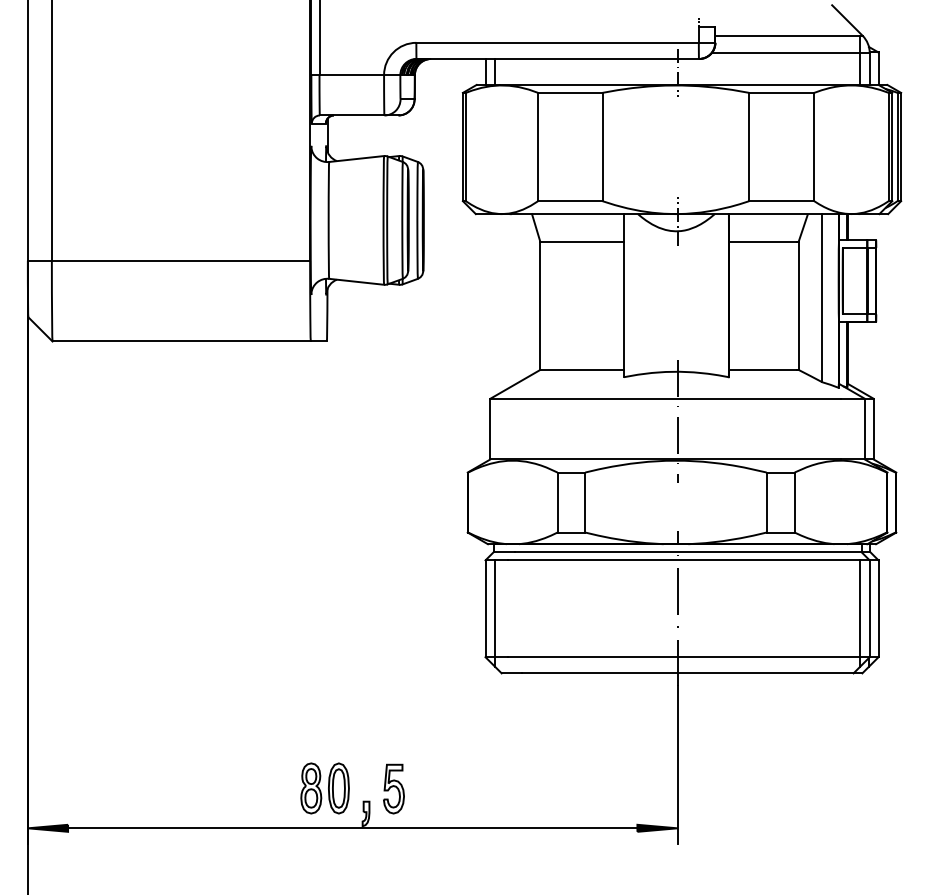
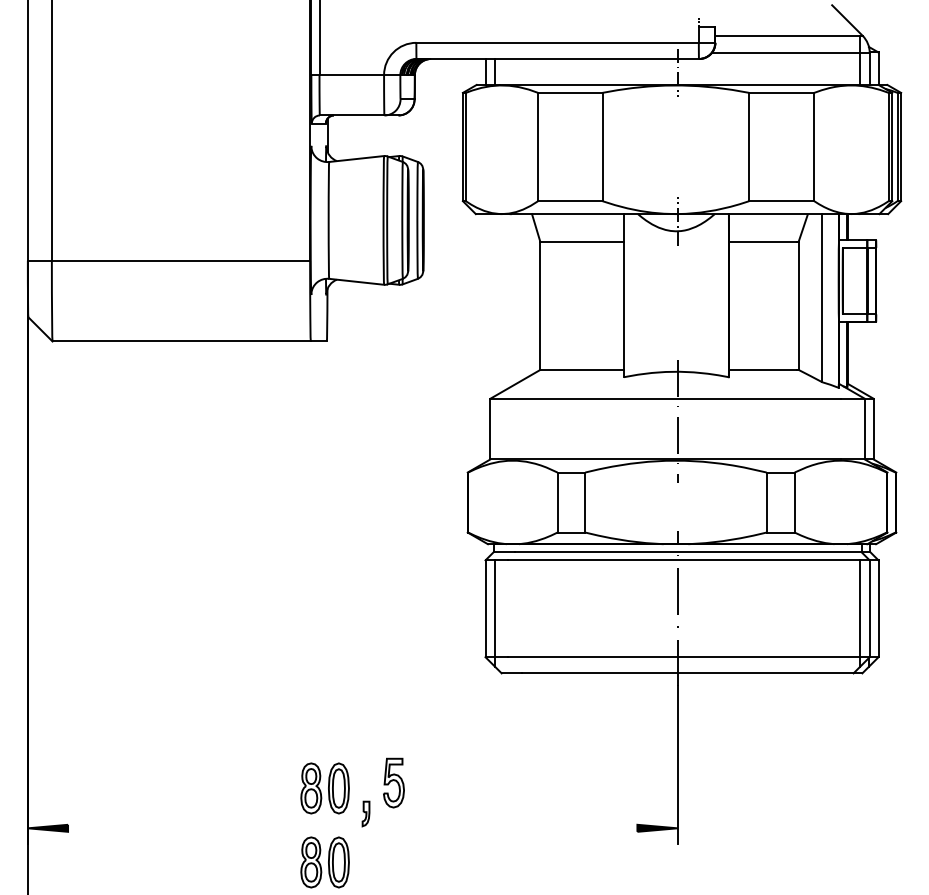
part at (393, 788) position: (393, 788) -> (393, 782)
line at (352, 828): present -> none
part at (324, 862): none -> present
